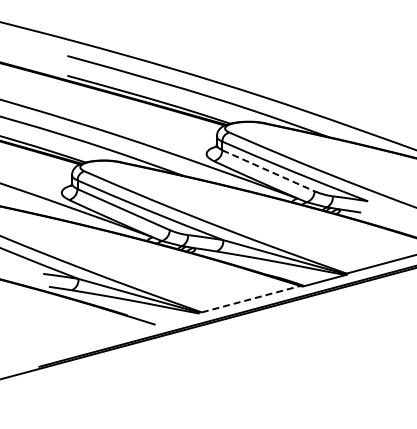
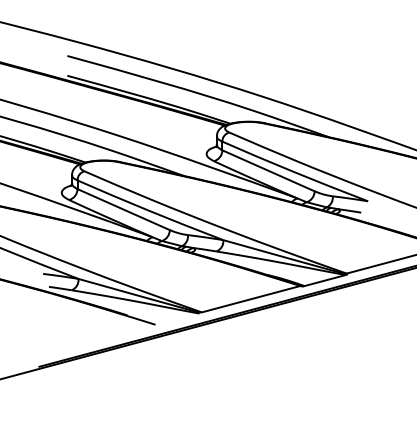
line at (268, 171): dashed -> solid
line at (251, 299): dashed -> solid
